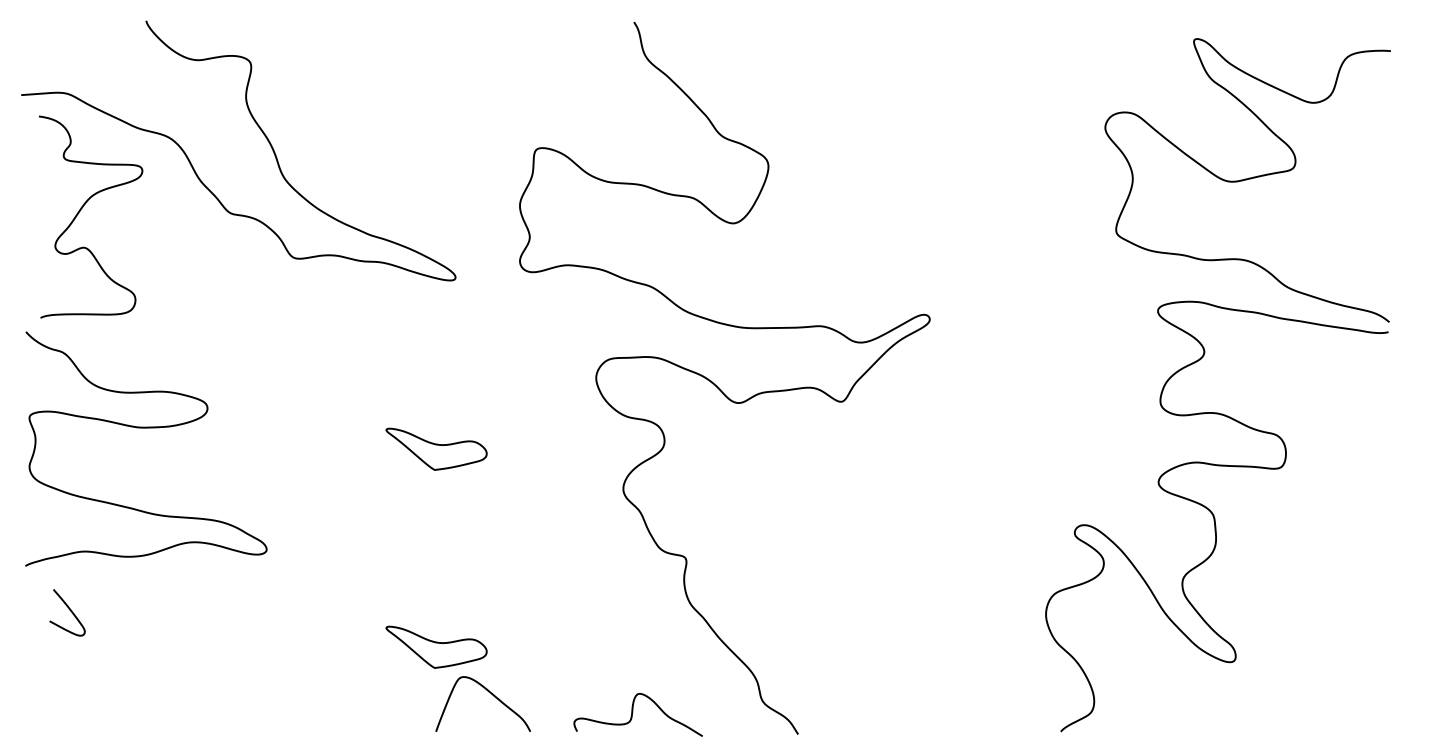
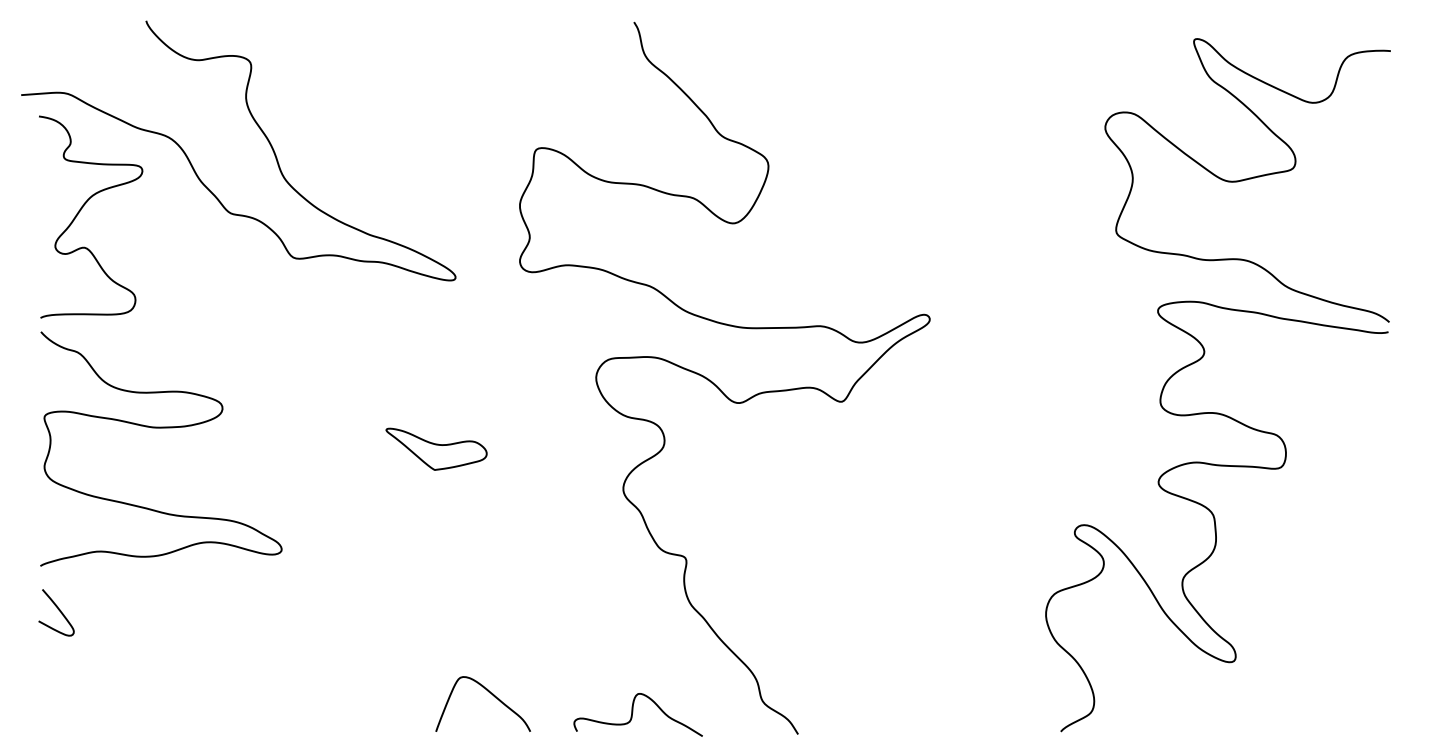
curve at (146, 428) position: (146, 428) -> (161, 428)
curve at (69, 610) position: (69, 610) -> (58, 610)
part at (436, 646): present -> none
